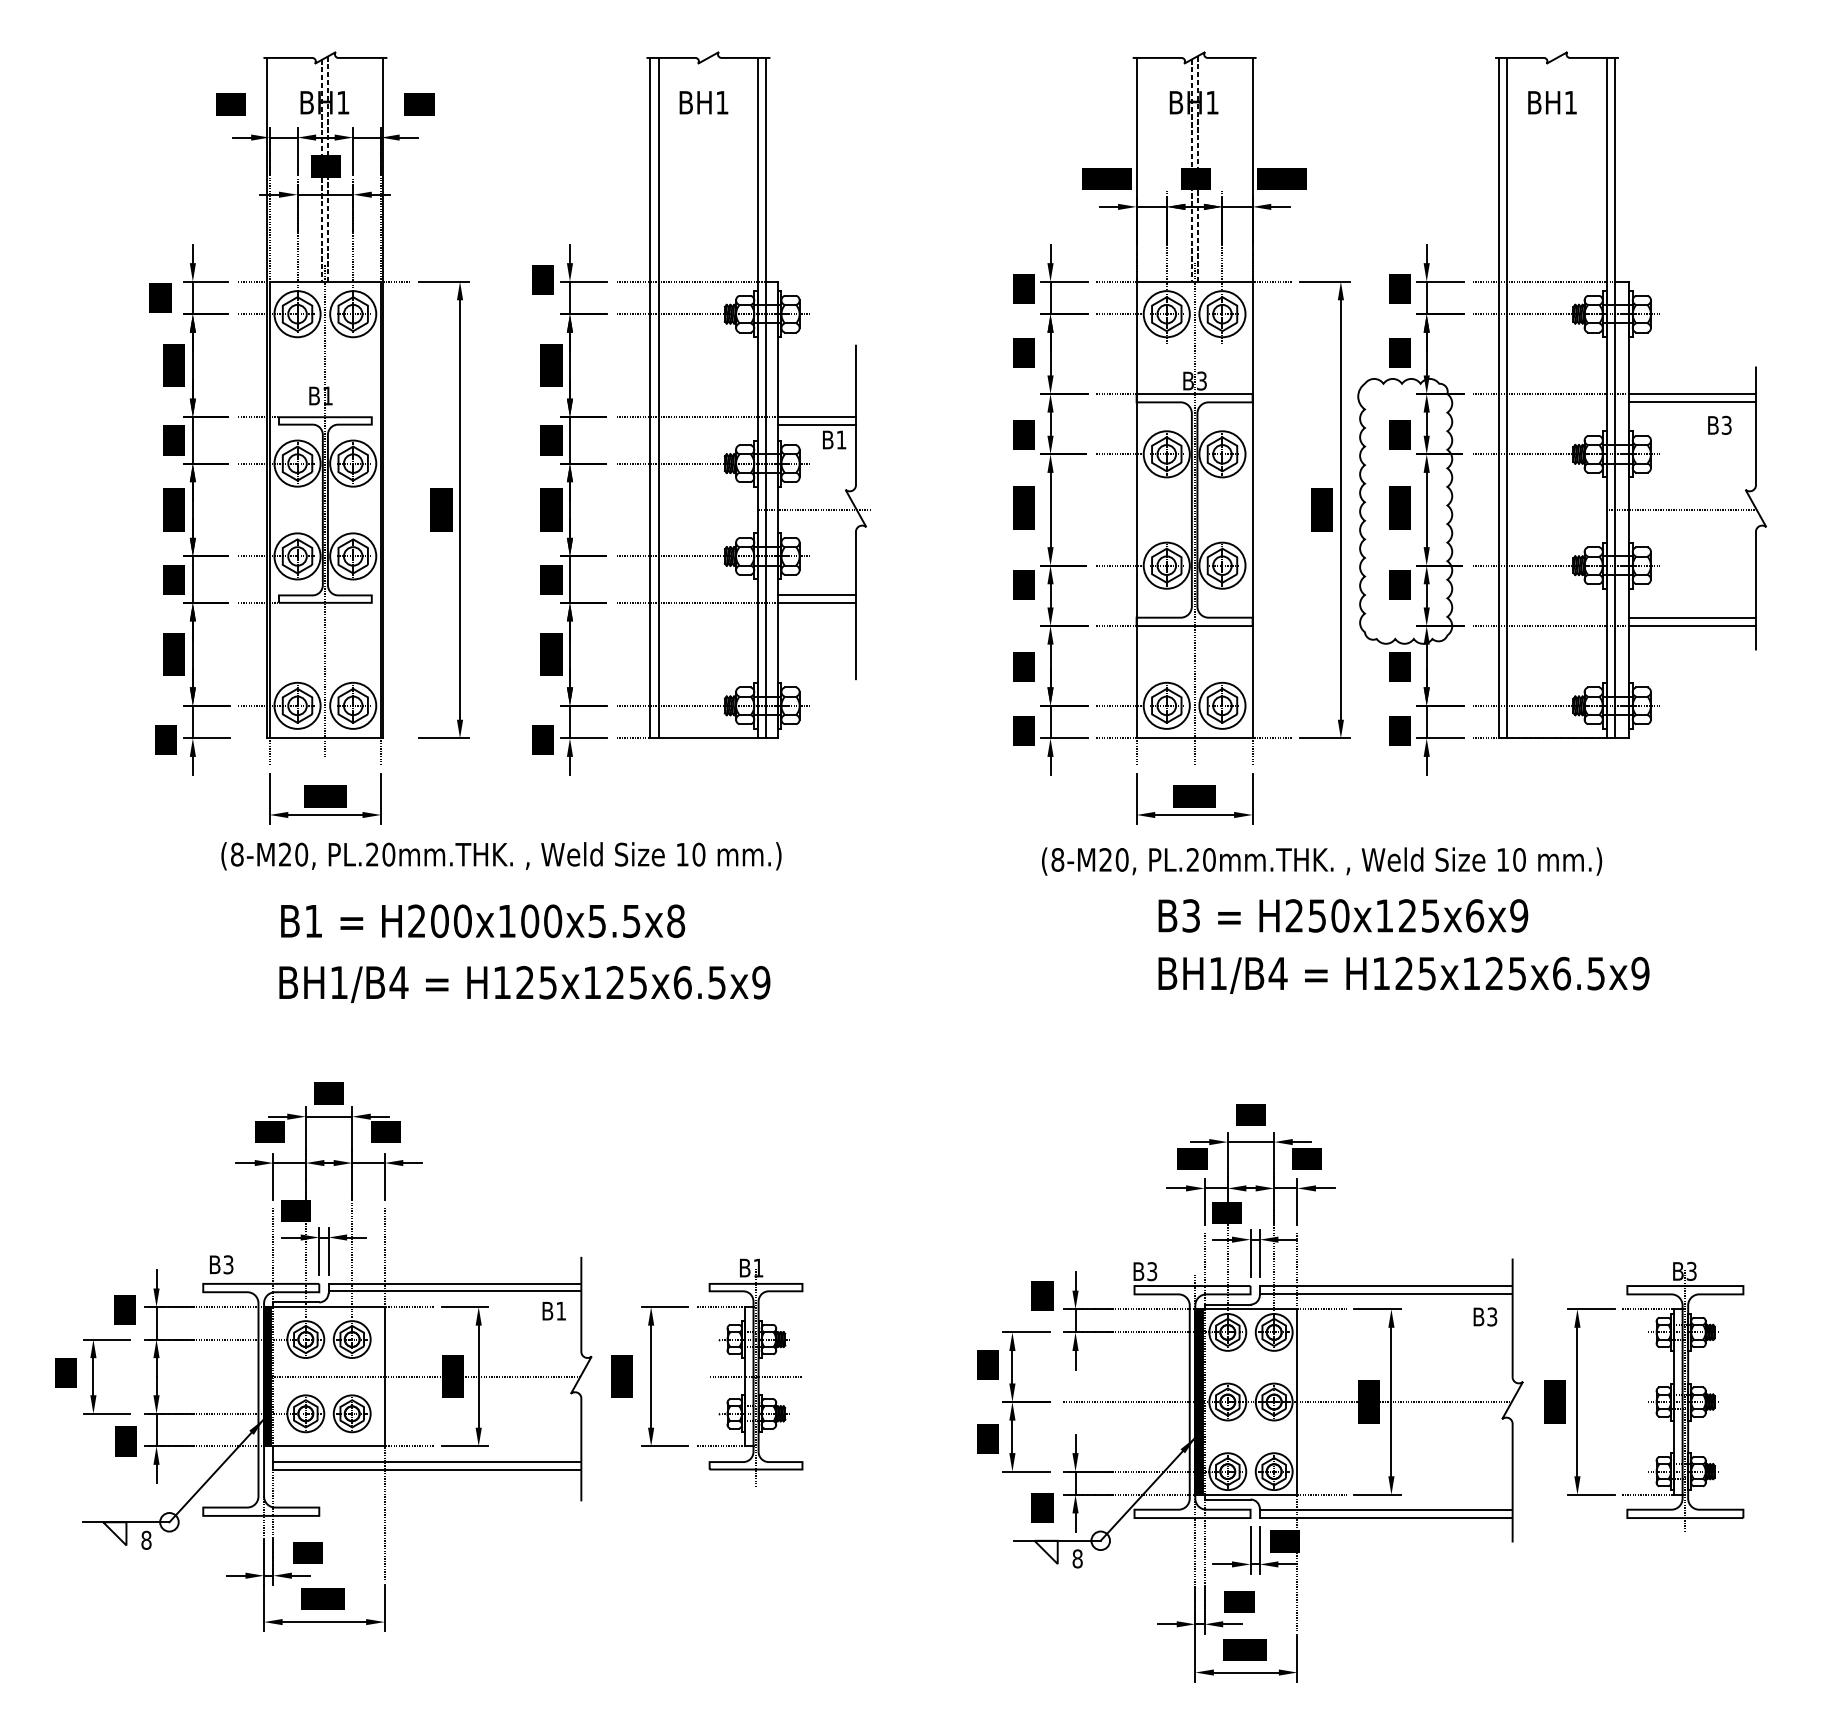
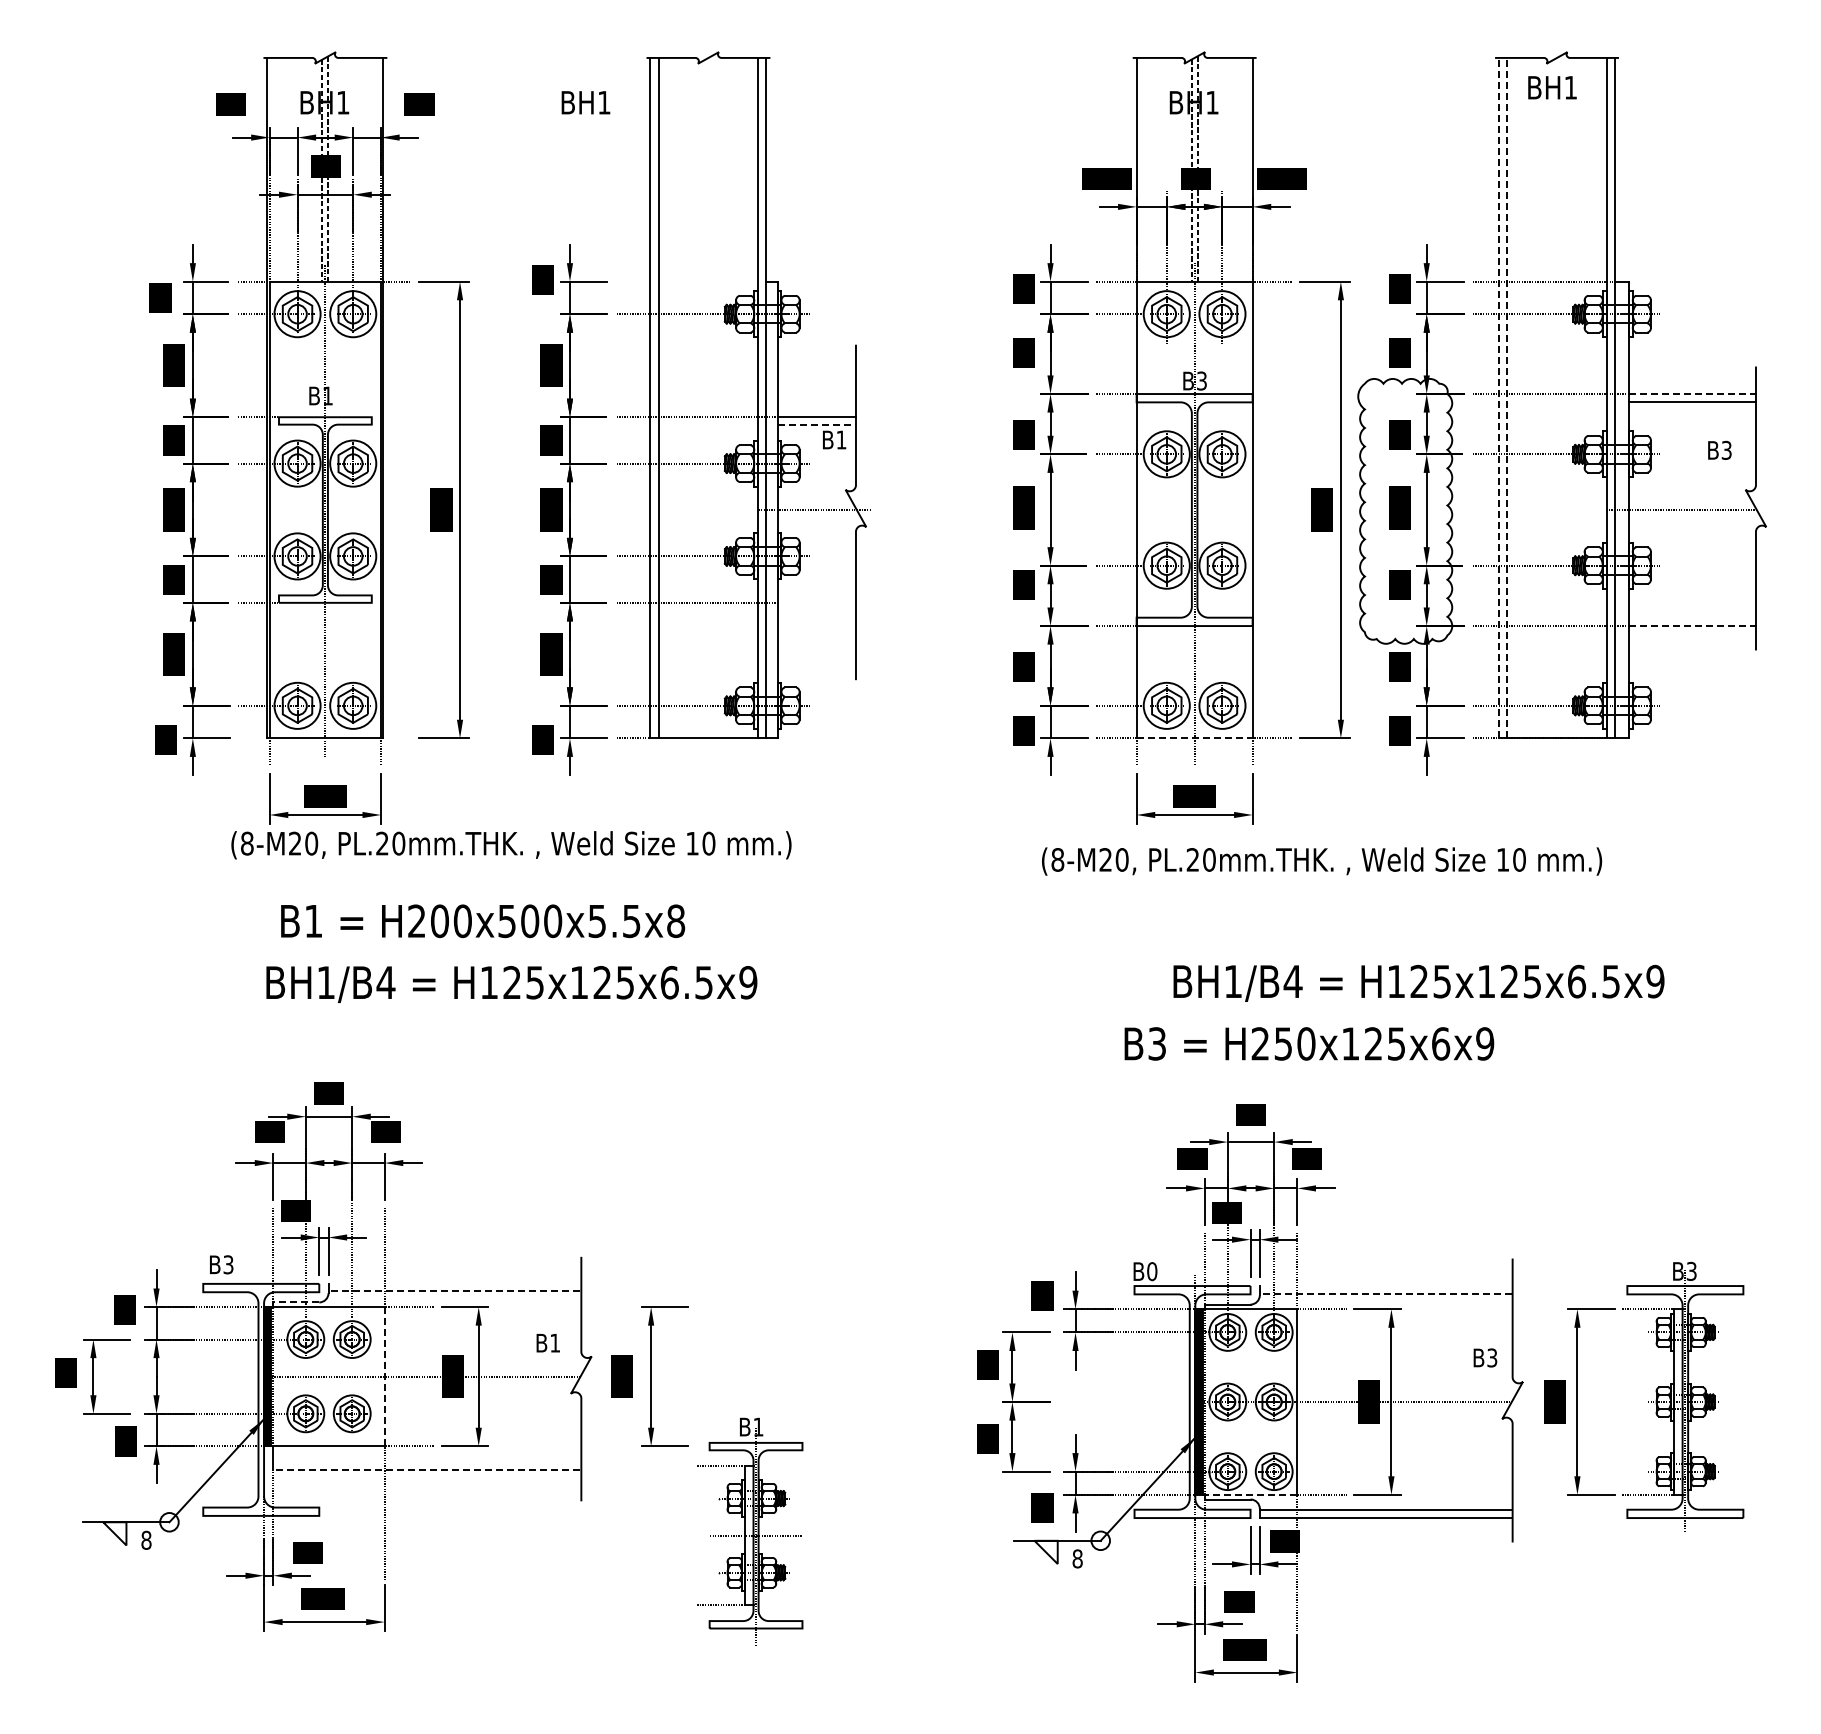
text at (703, 102) position: (703, 102) -> (585, 102)
text at (1552, 102) position: (1552, 102) -> (1552, 87)
line at (690, 281): present -> none
line at (1692, 394): solid -> dashed
line at (1498, 397): solid -> dashed
line at (1507, 397): solid -> dashed
line at (817, 424): solid -> dashed
text at (1719, 424) position: (1719, 424) -> (1719, 449)
line at (816, 595): present -> none
line at (816, 602): present -> none
line at (1691, 617): present -> none
line at (1692, 626): solid -> dashed
line at (1195, 738): solid -> dashed
text at (501, 856) position: (501, 856) -> (511, 845)
text at (1343, 915) position: (1343, 915) -> (1309, 1043)
text at (506, 921): H200x100x5.5x8 -> H200x500x5.5x8
text at (1403, 974) position: (1403, 974) -> (1418, 982)
text at (524, 984) position: (524, 984) -> (511, 984)
text at (1152, 1271): B3 -> B0
line at (454, 1283): present -> none
line at (1385, 1286): present -> none
line at (454, 1291): solid -> dashed
line at (1385, 1294): solid -> dashed
line at (296, 1302): solid -> dashed
text at (553, 1311) position: (553, 1311) -> (547, 1343)
text at (1485, 1316) position: (1485, 1316) -> (1485, 1357)
part at (750, 1372) position: (750, 1372) -> (750, 1531)
line at (384, 1376): solid -> dashed
line at (1129, 1402): present -> none
line at (426, 1462): present -> none
line at (426, 1469): solid -> dashed
line at (1245, 1494): solid -> dashed
